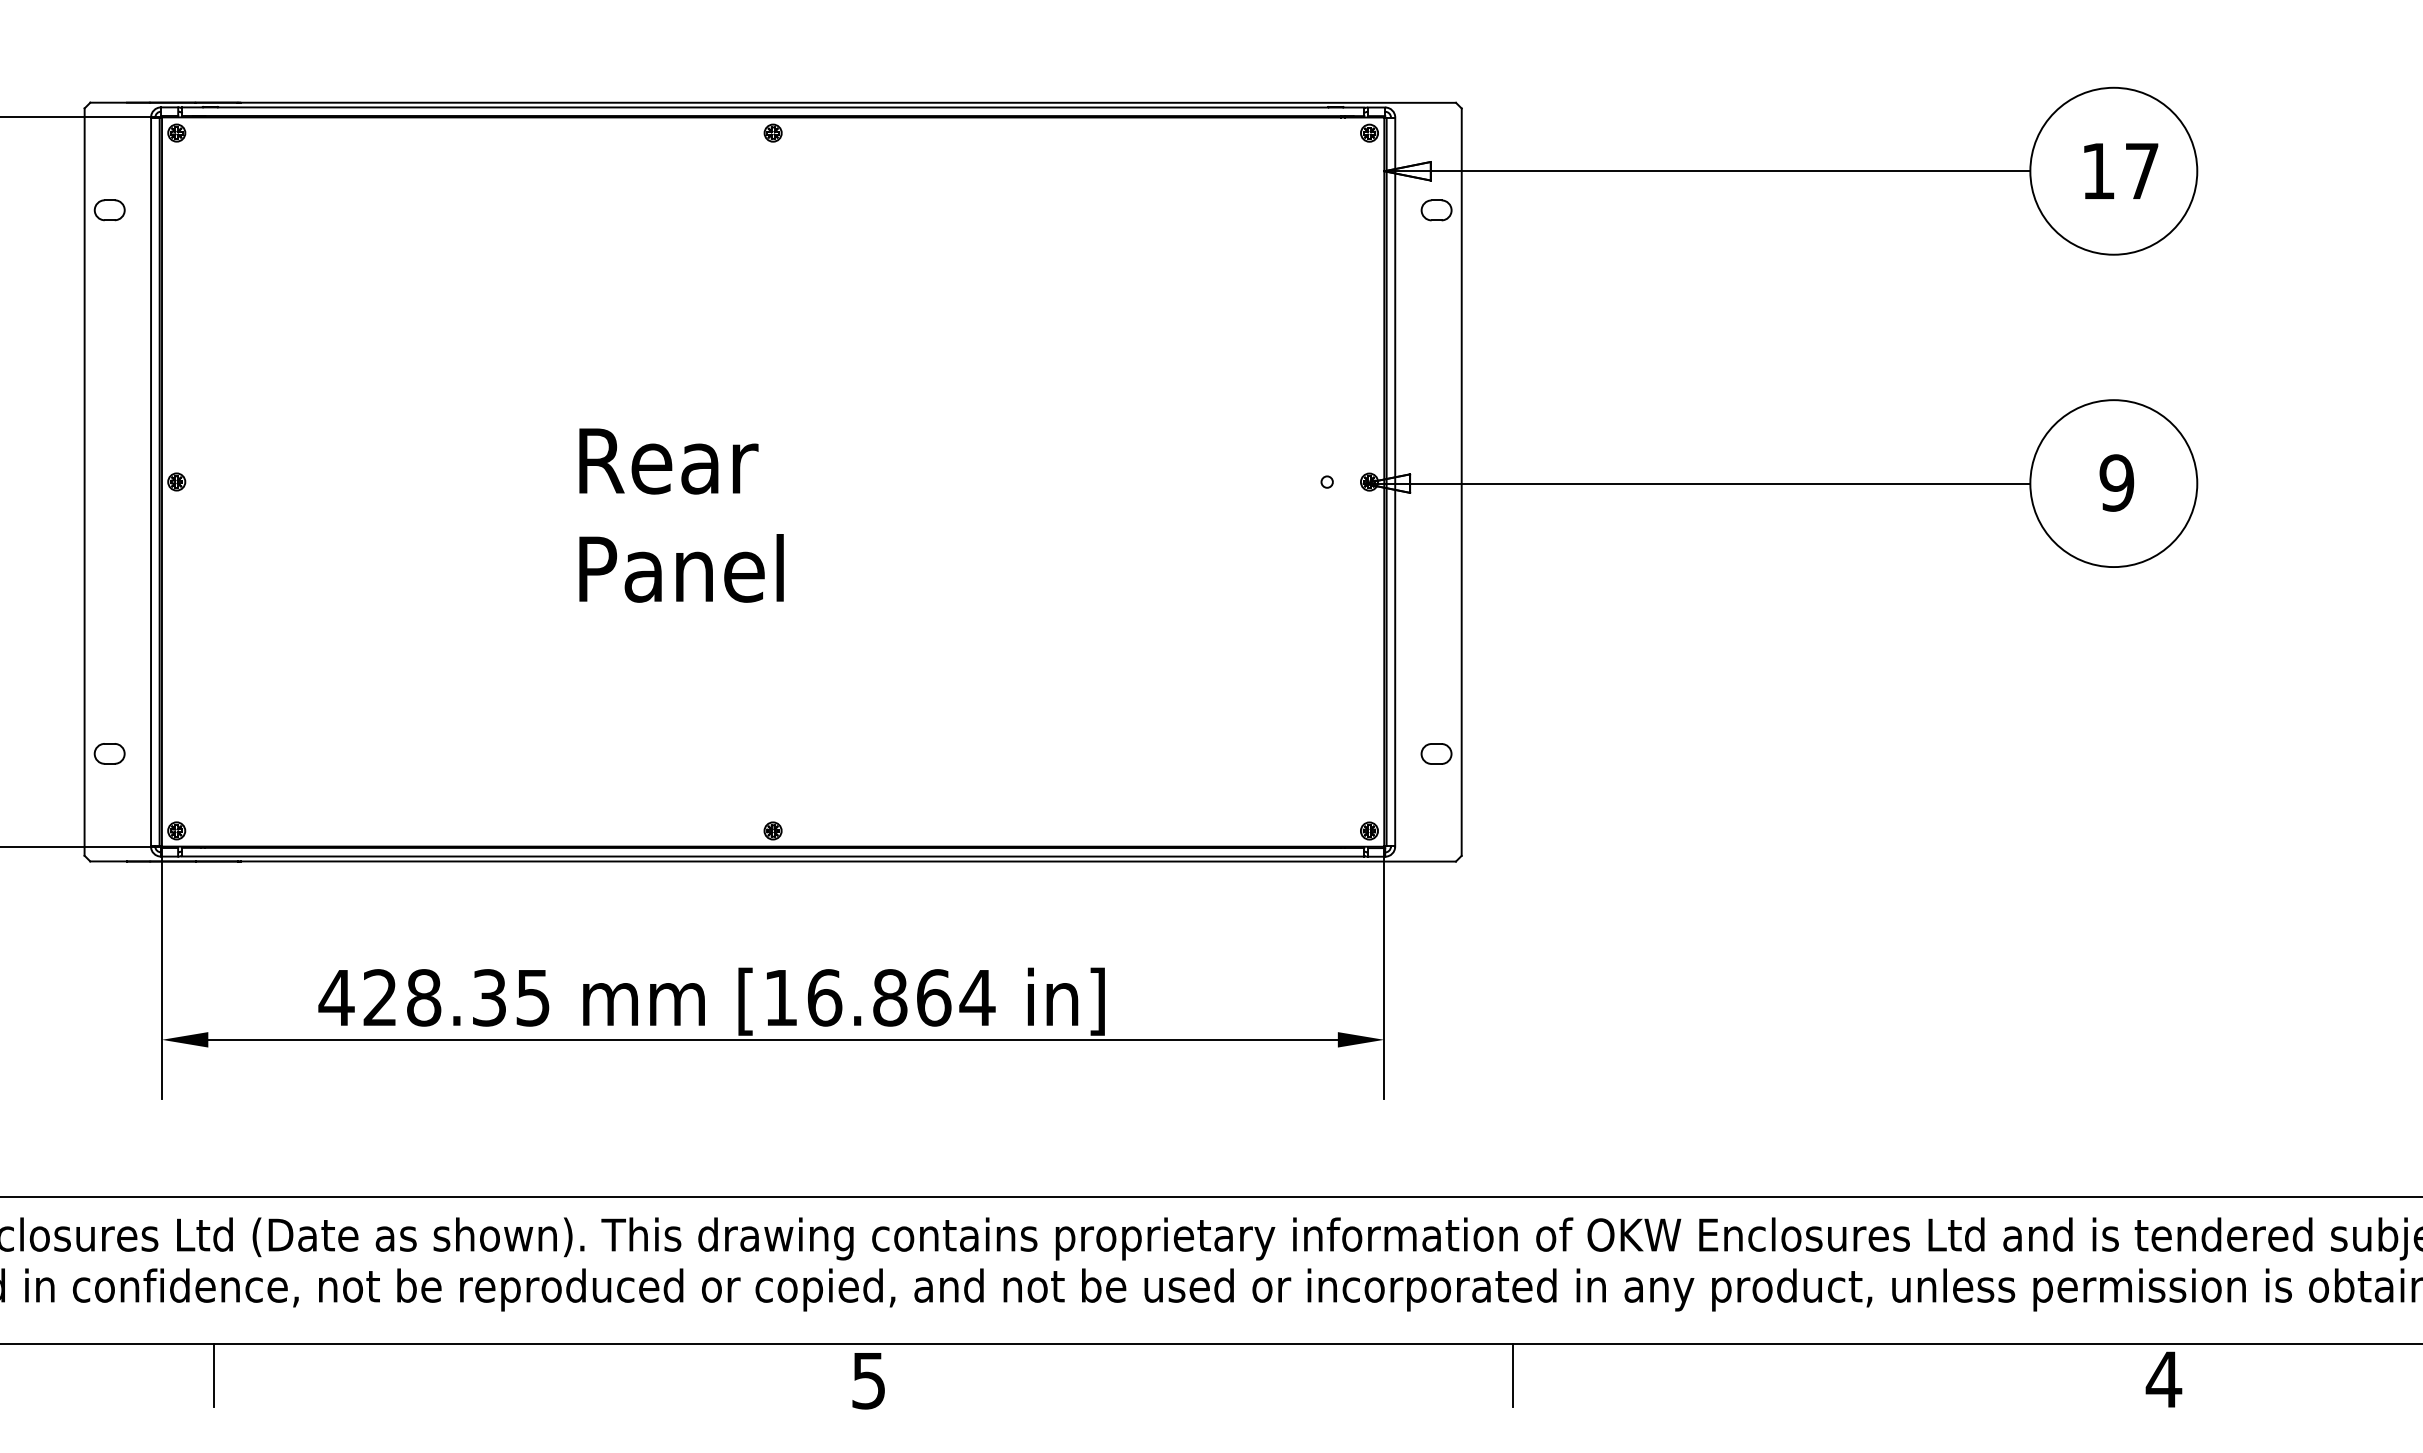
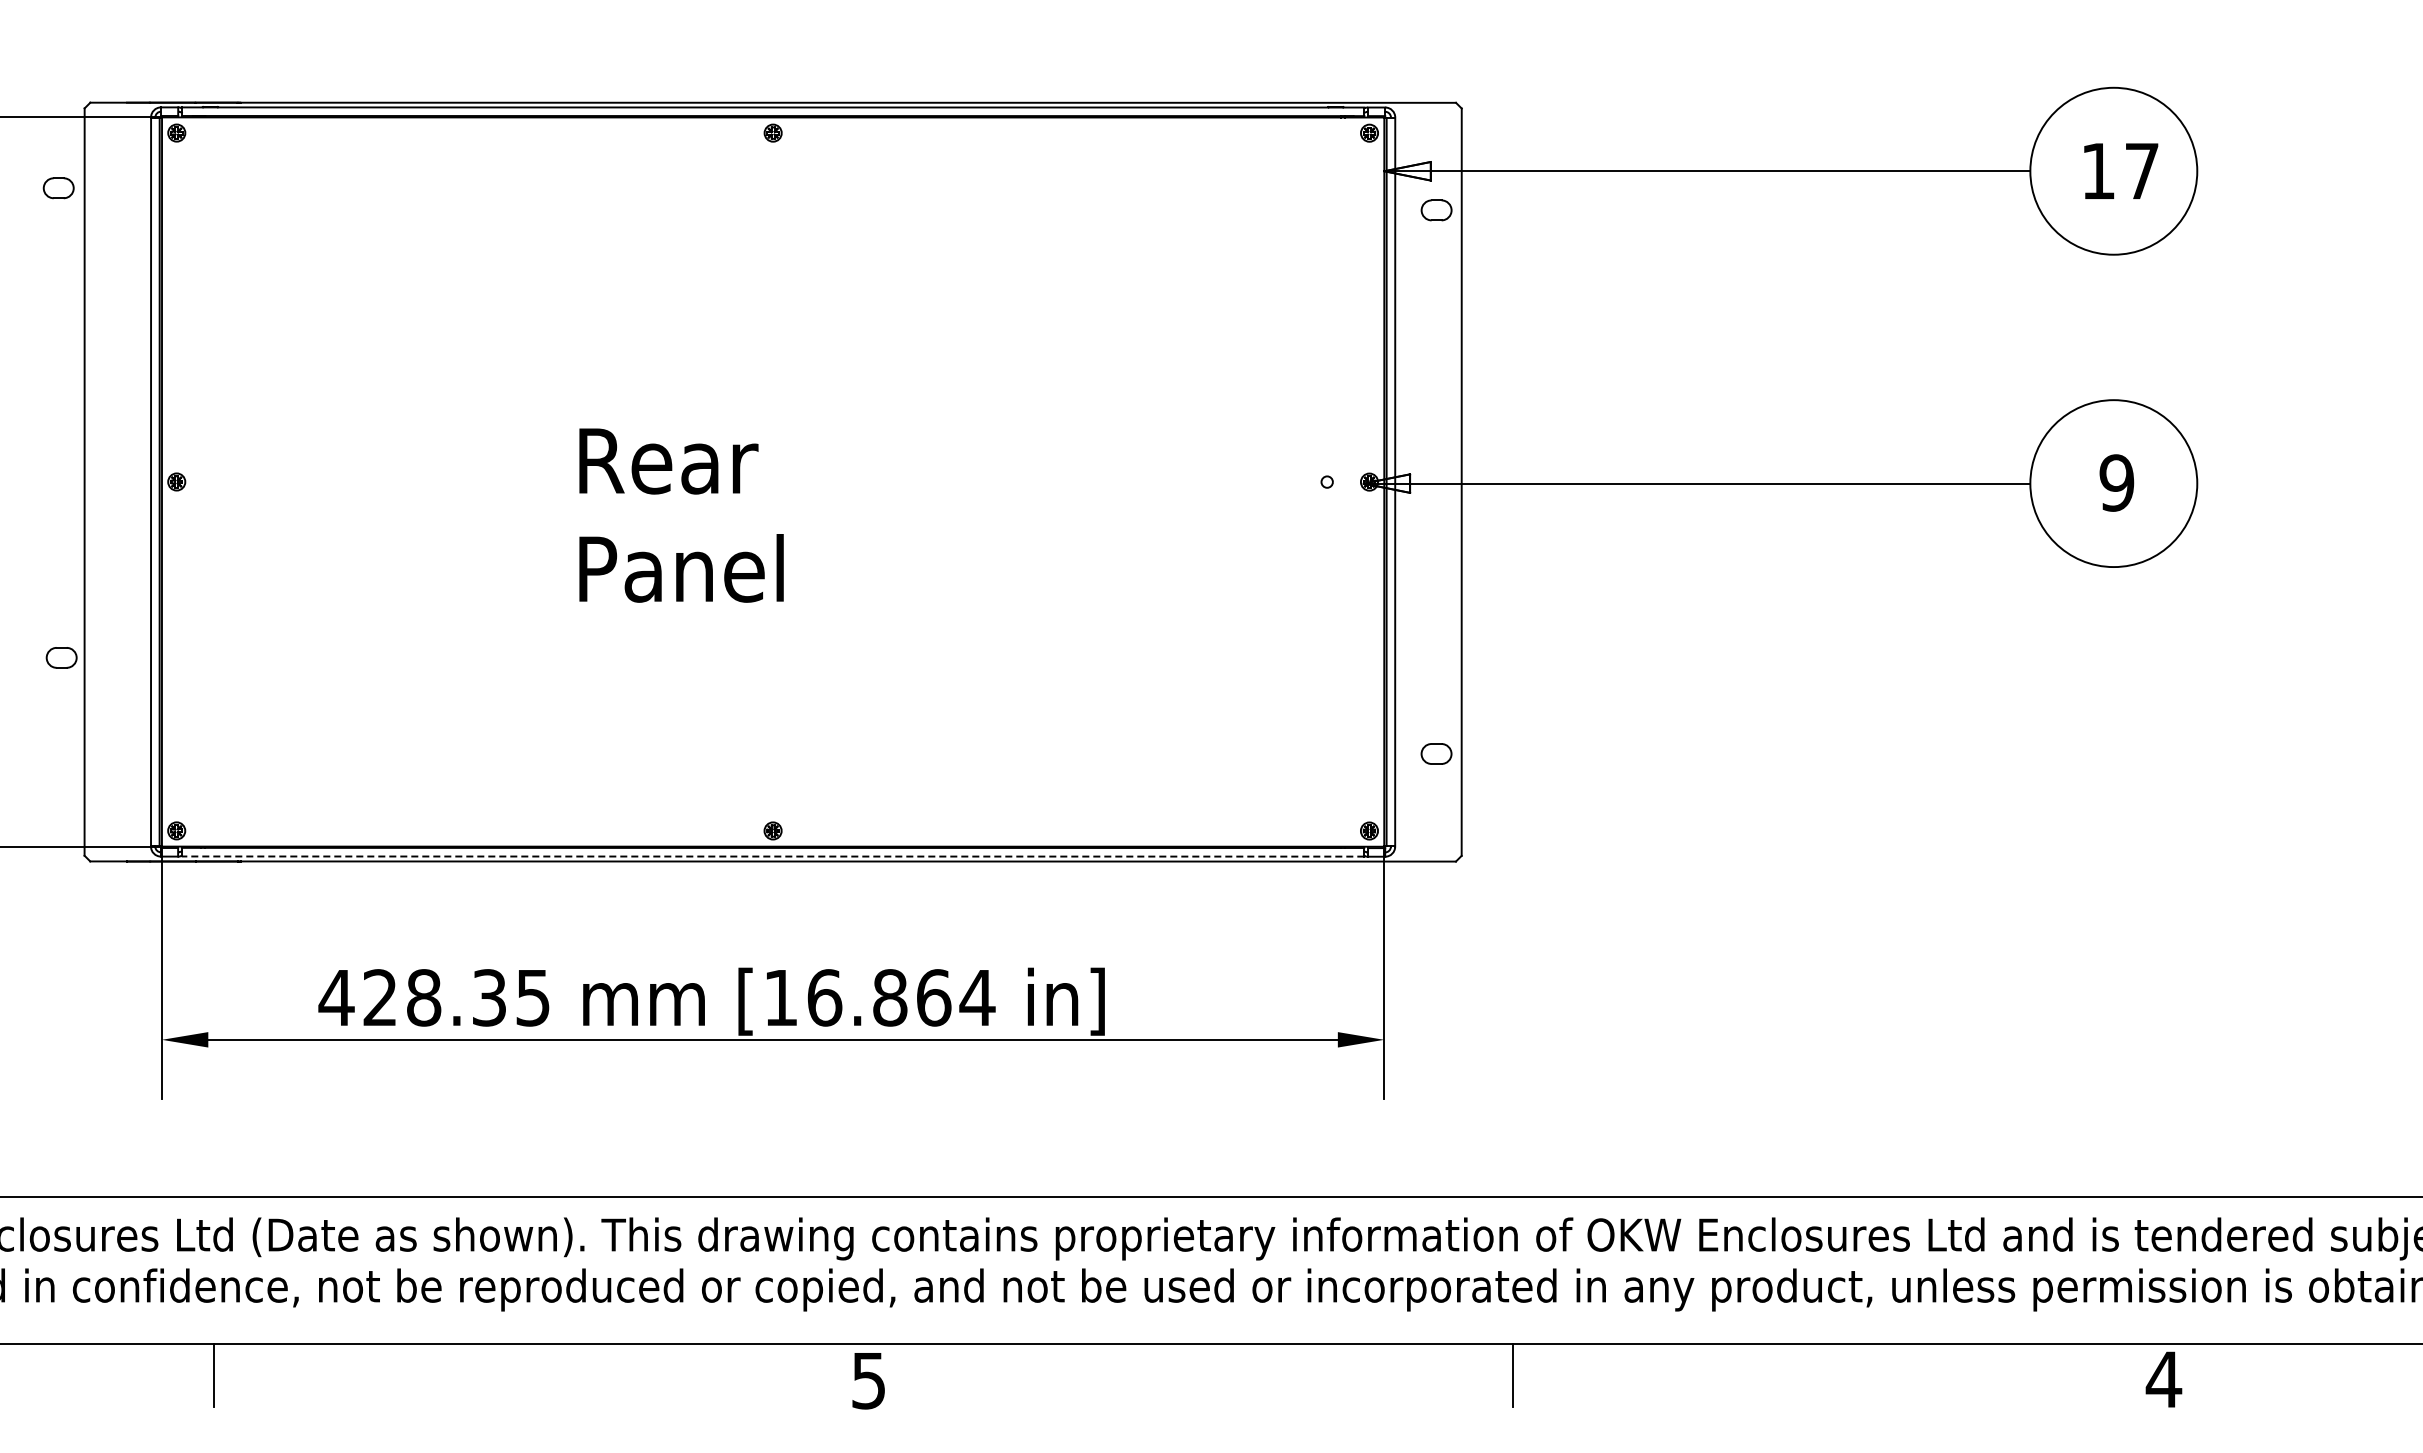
part at (109, 210) position: (109, 210) -> (58, 188)
part at (109, 753) position: (109, 753) -> (61, 657)
line at (772, 856): solid -> dashed
